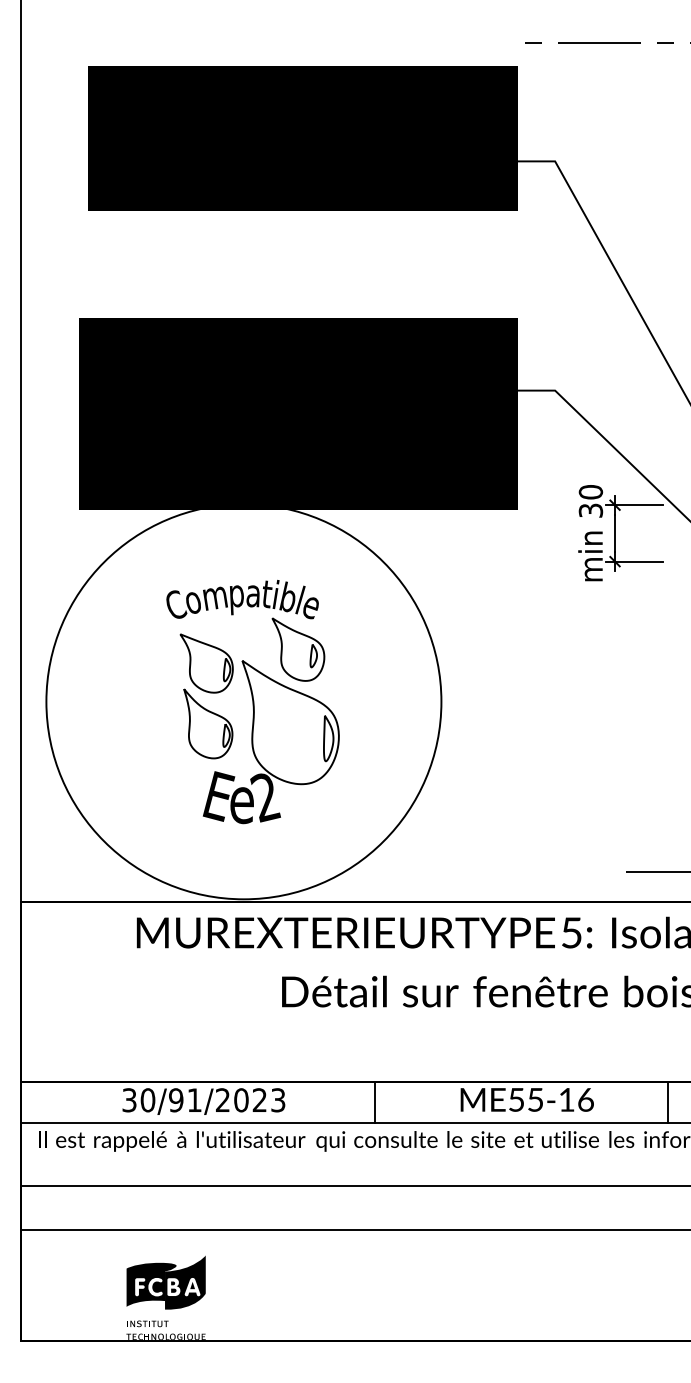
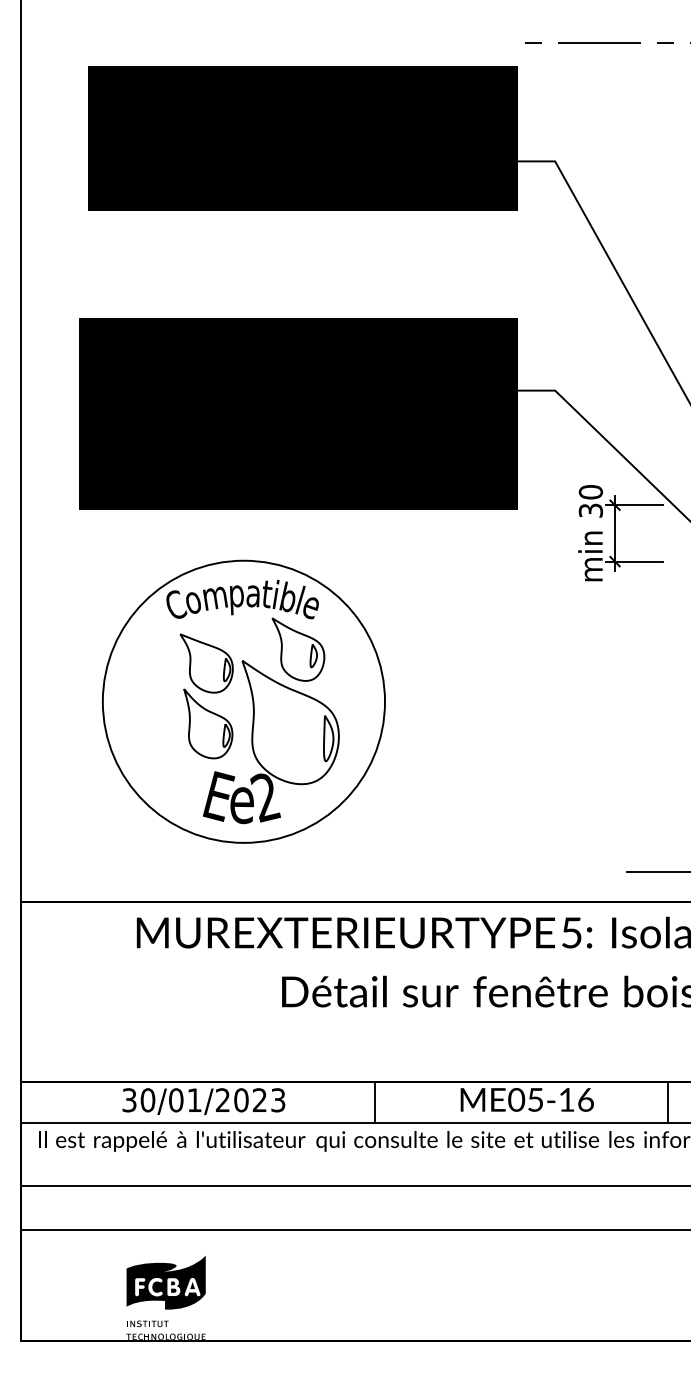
circle at (243, 701) diameter: 395 px -> 282 px
text at (516, 1099): \c16711848;ME55-16 -> \c16711848;ME05-16
text at (176, 1100): 30/91/2023 -> 30/01/2023
